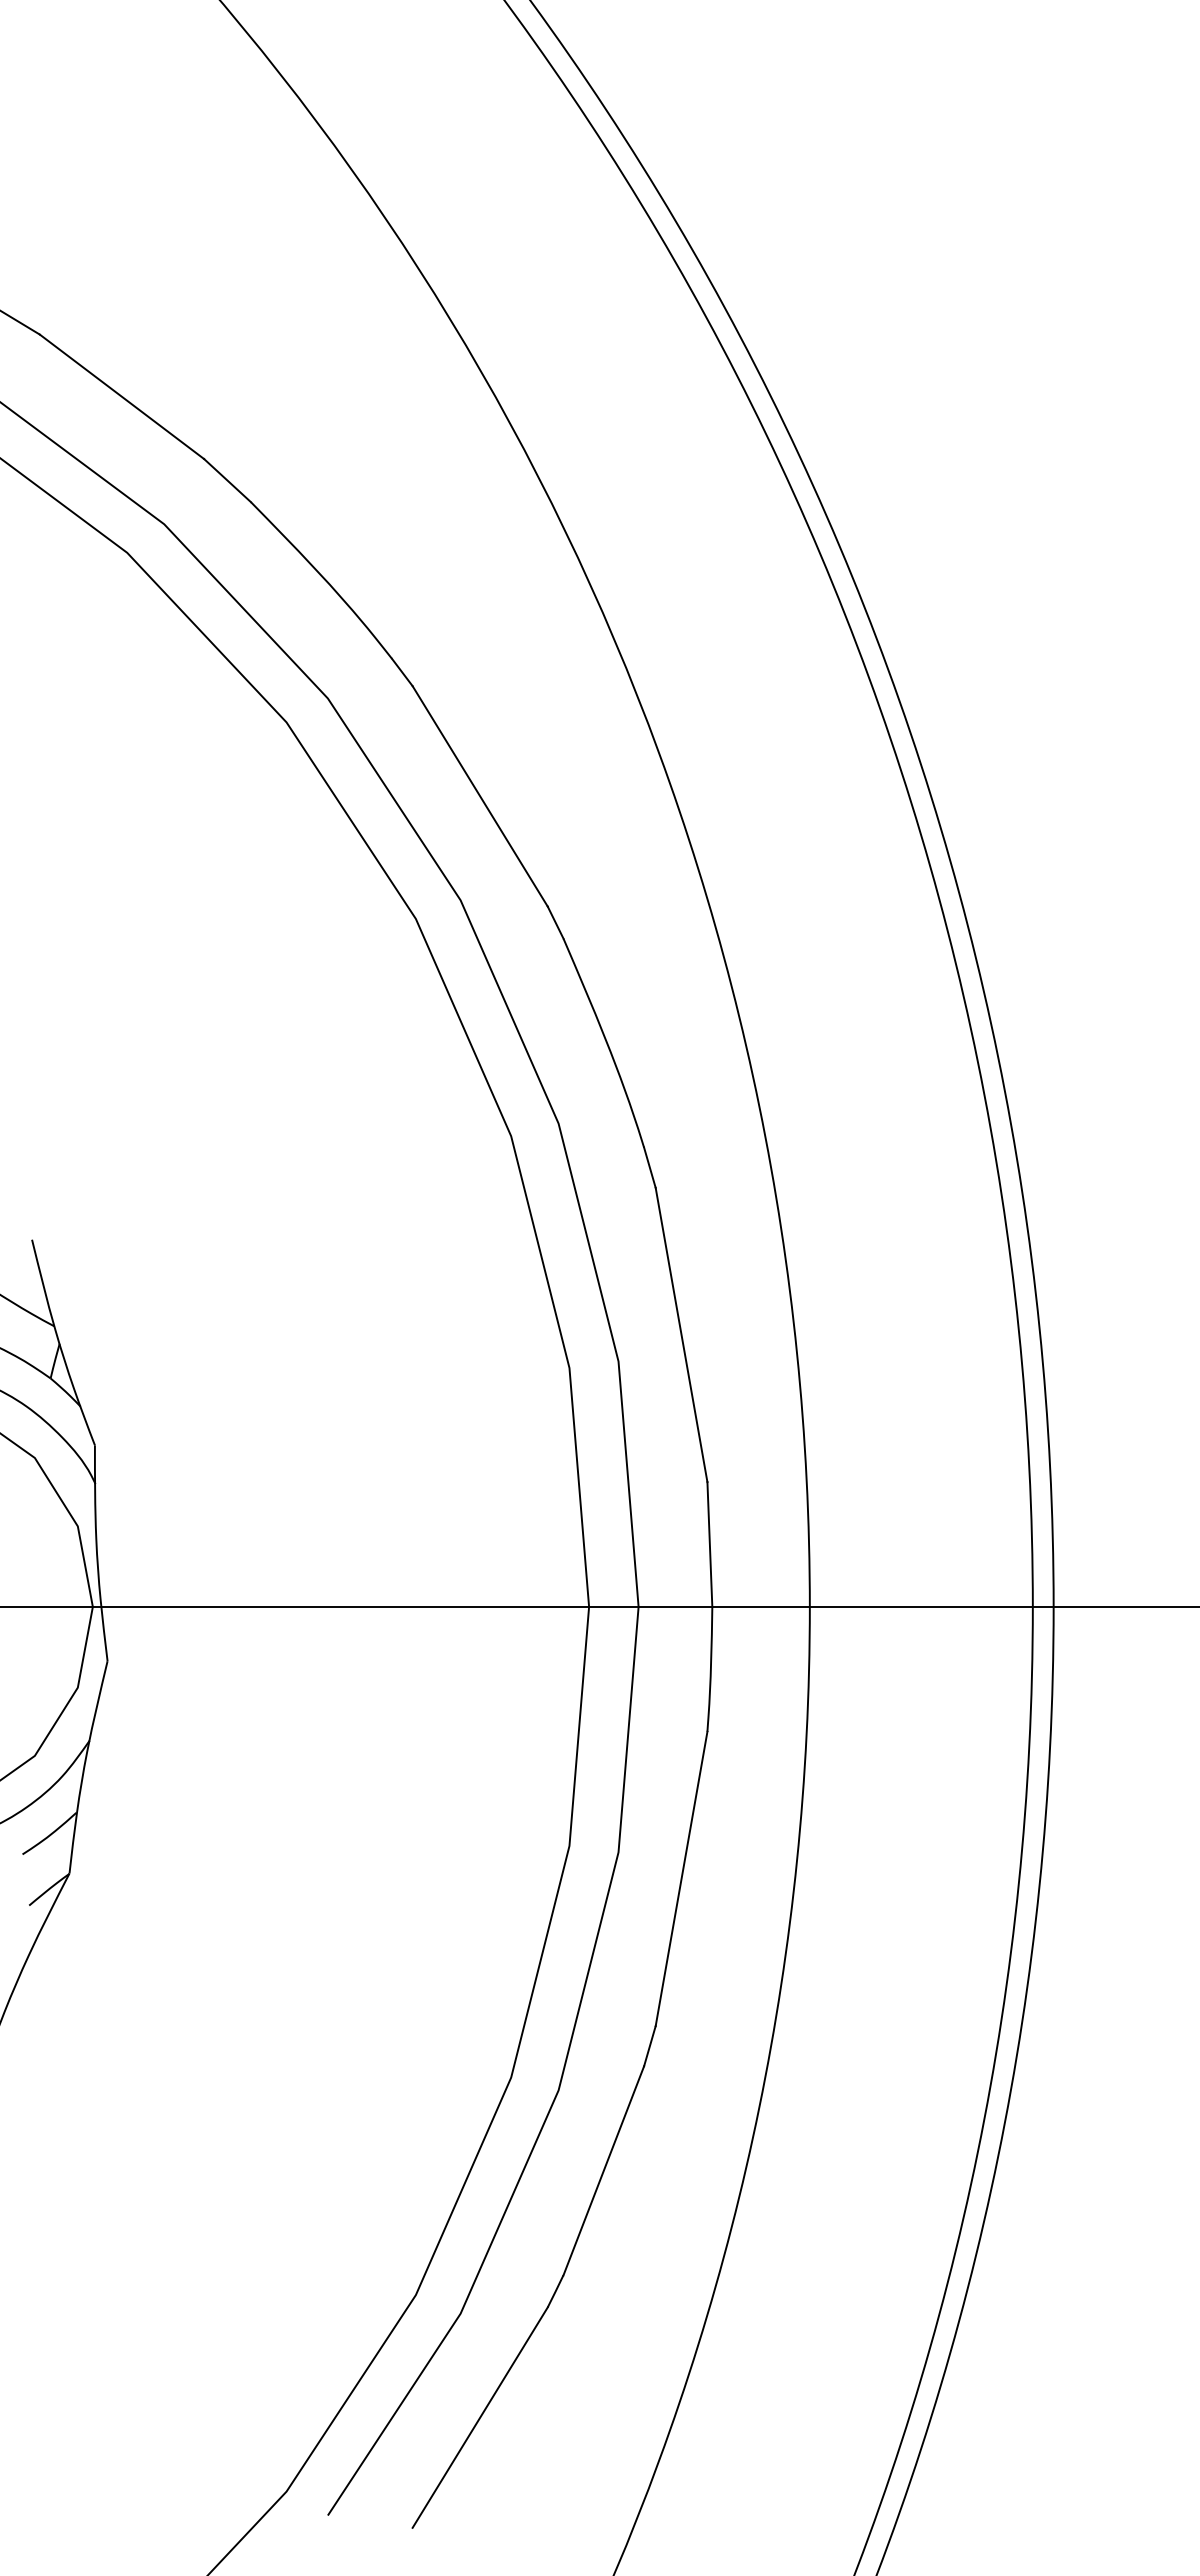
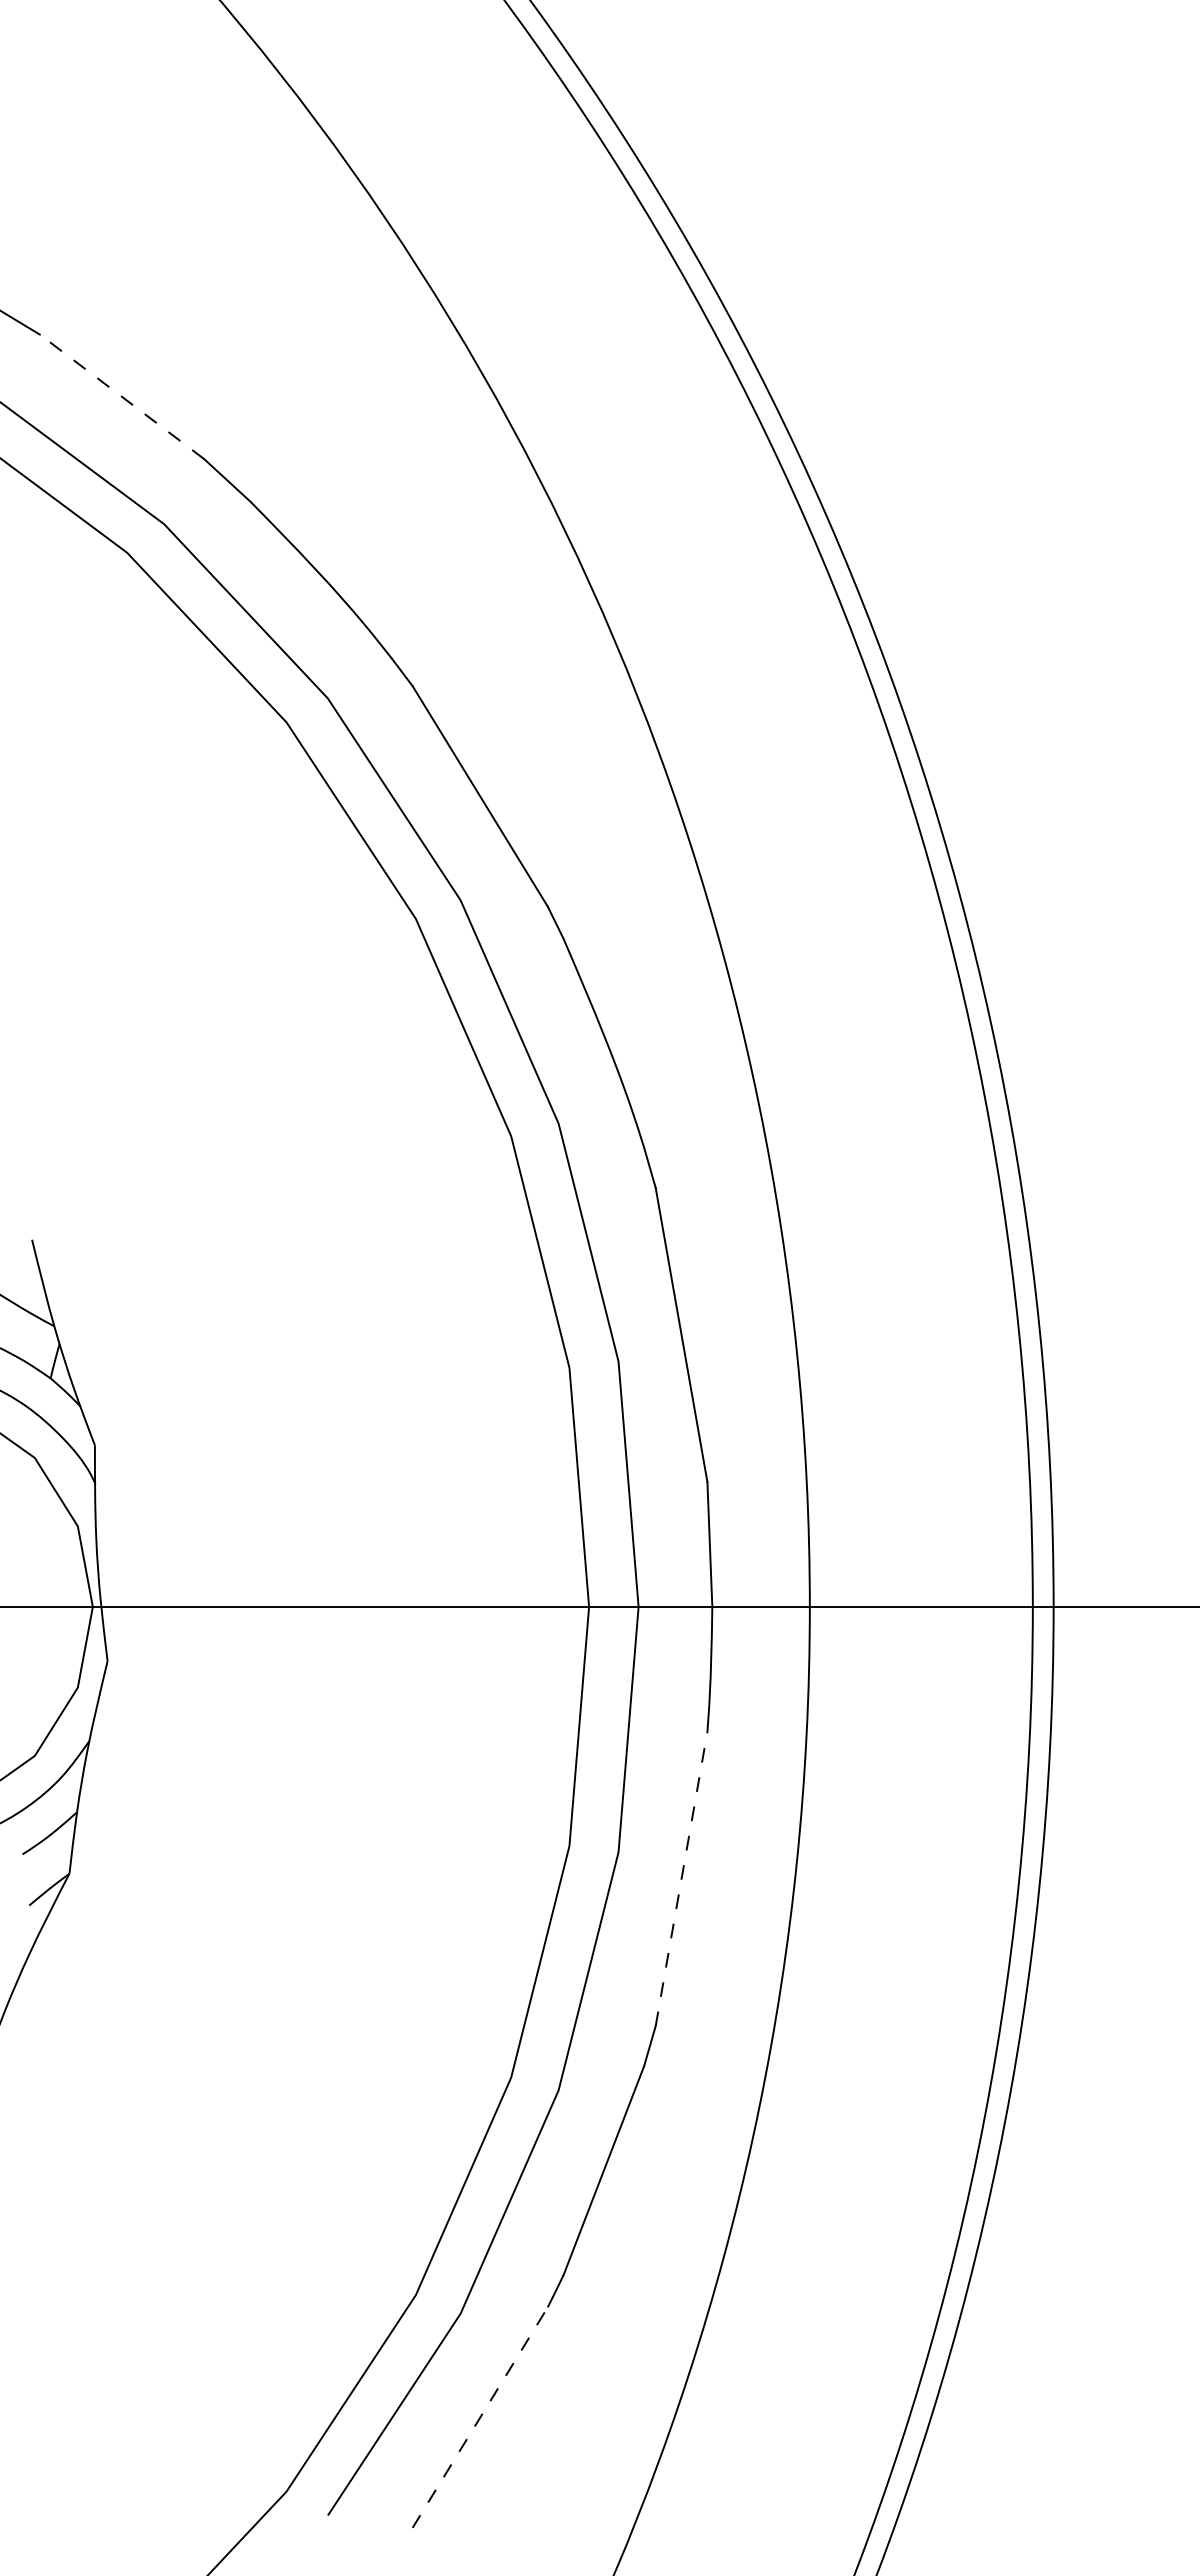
line at (121, 396): solid -> dashed
line at (681, 1878): solid -> dashed
line at (480, 2417): solid -> dashed
